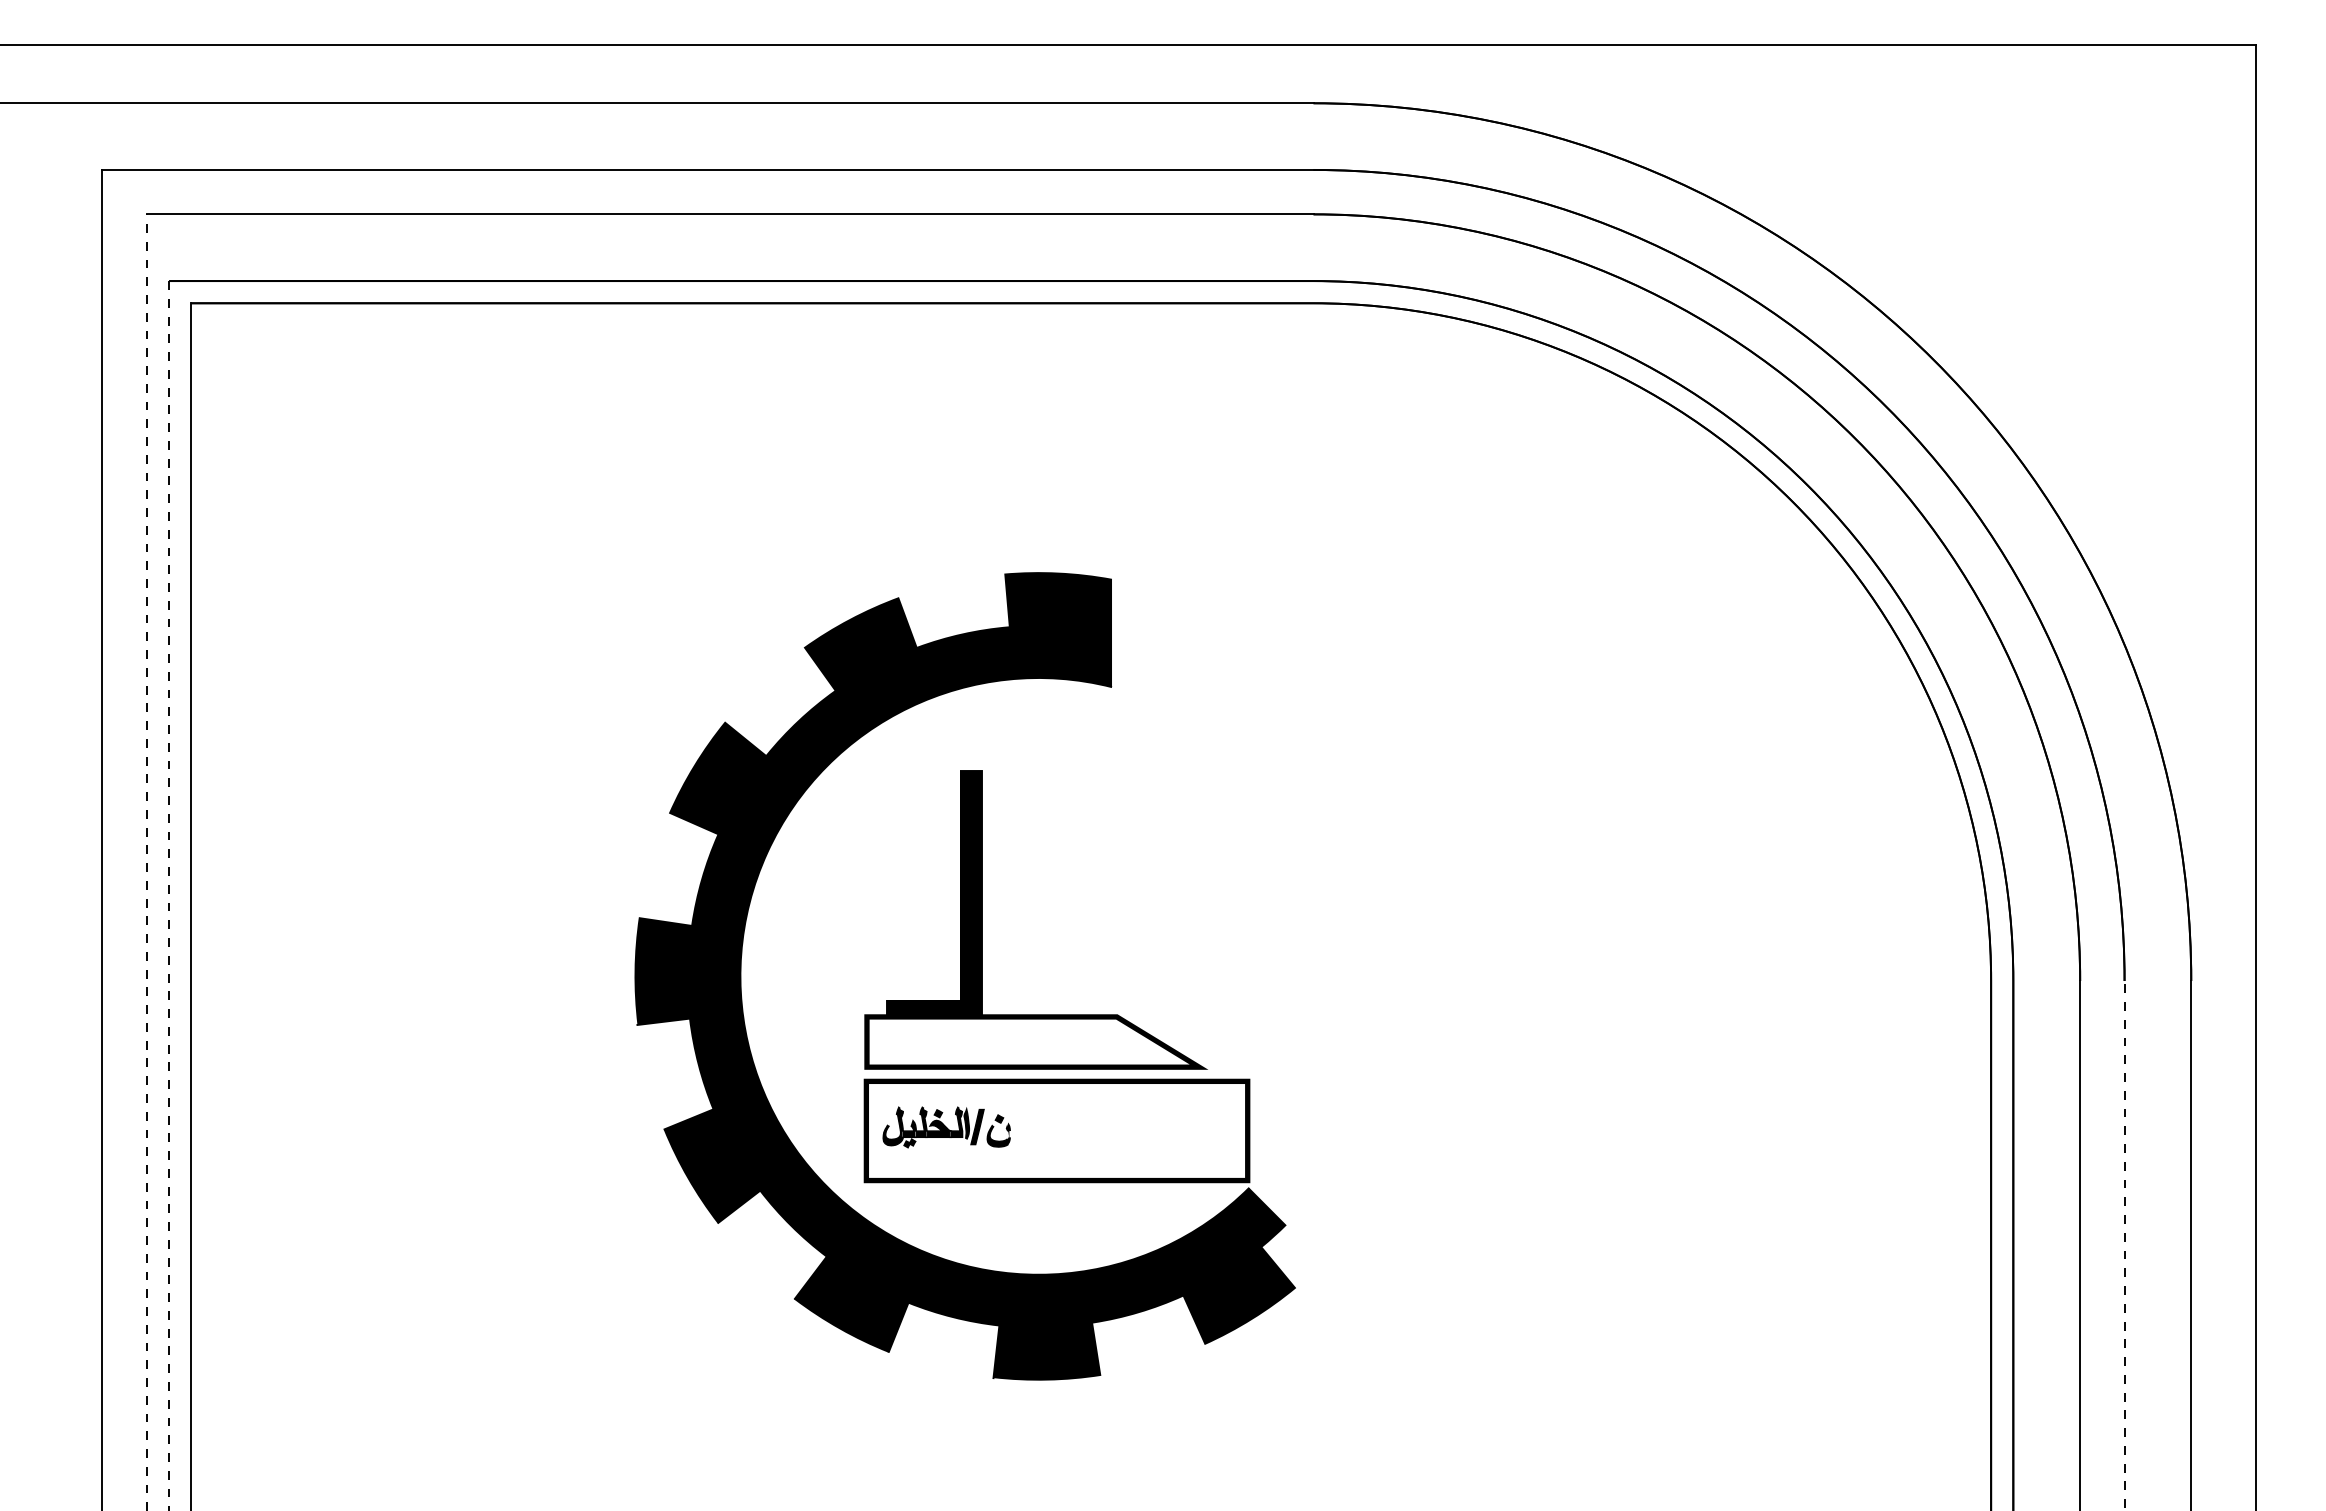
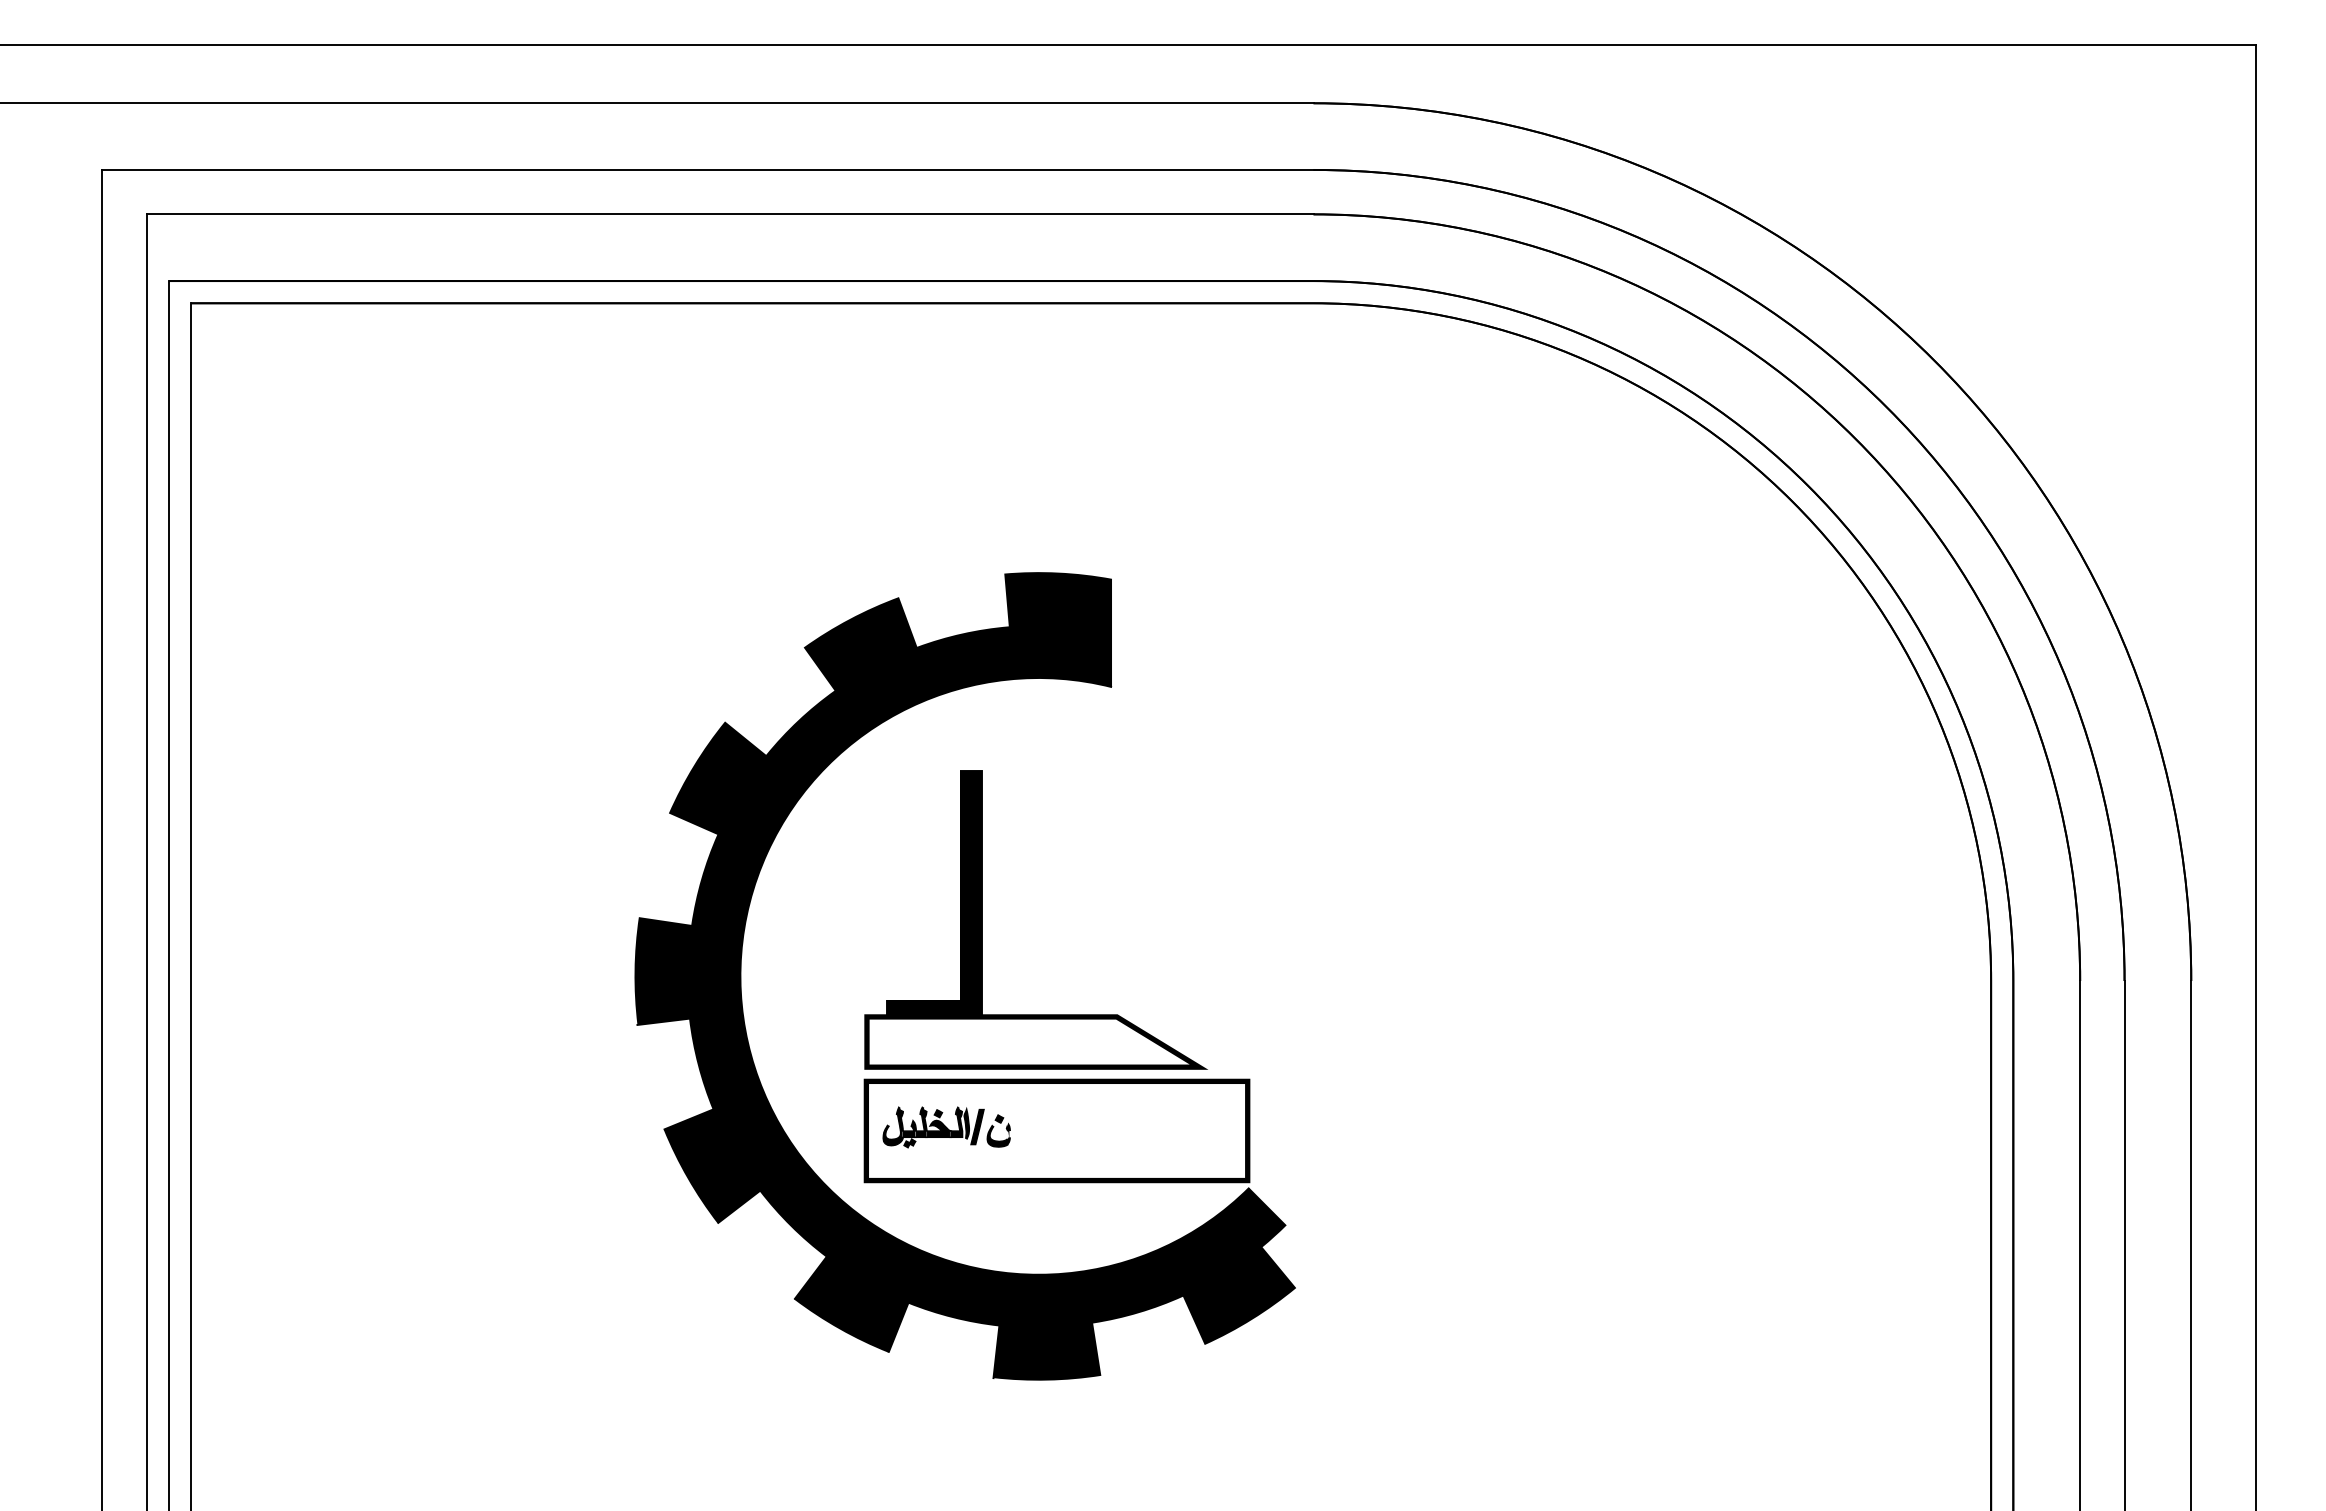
line at (146, 861): dashed -> solid
line at (169, 895): dashed -> solid
line at (2124, 1245): dashed -> solid
